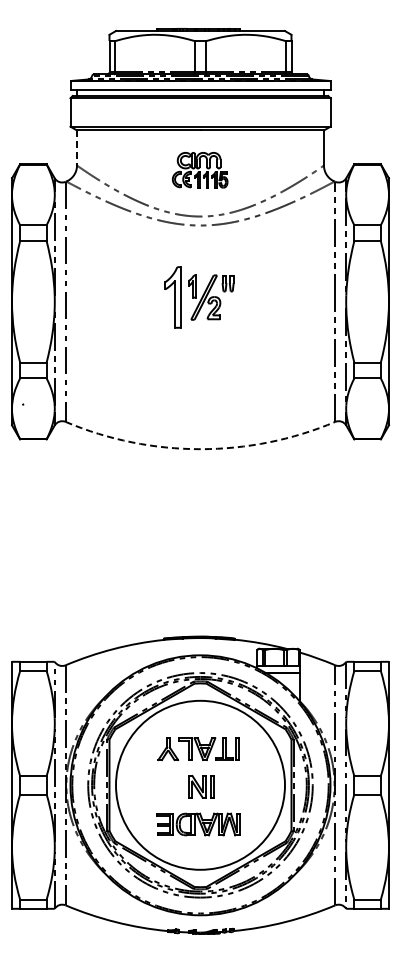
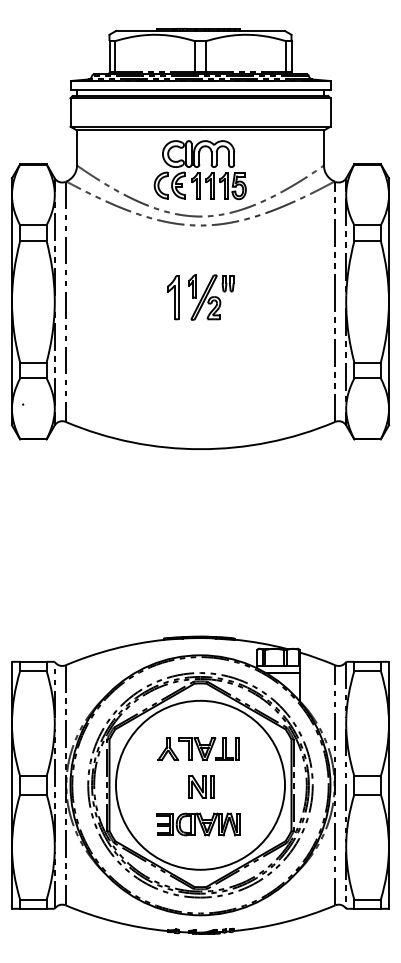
line at (77, 148): dashed -> solid
part at (200, 170) size: 57x37 px -> 94x61 px
part at (172, 297) size: 18x63 px -> 13x46 px
arc at (200, 449): dashed -> solid
